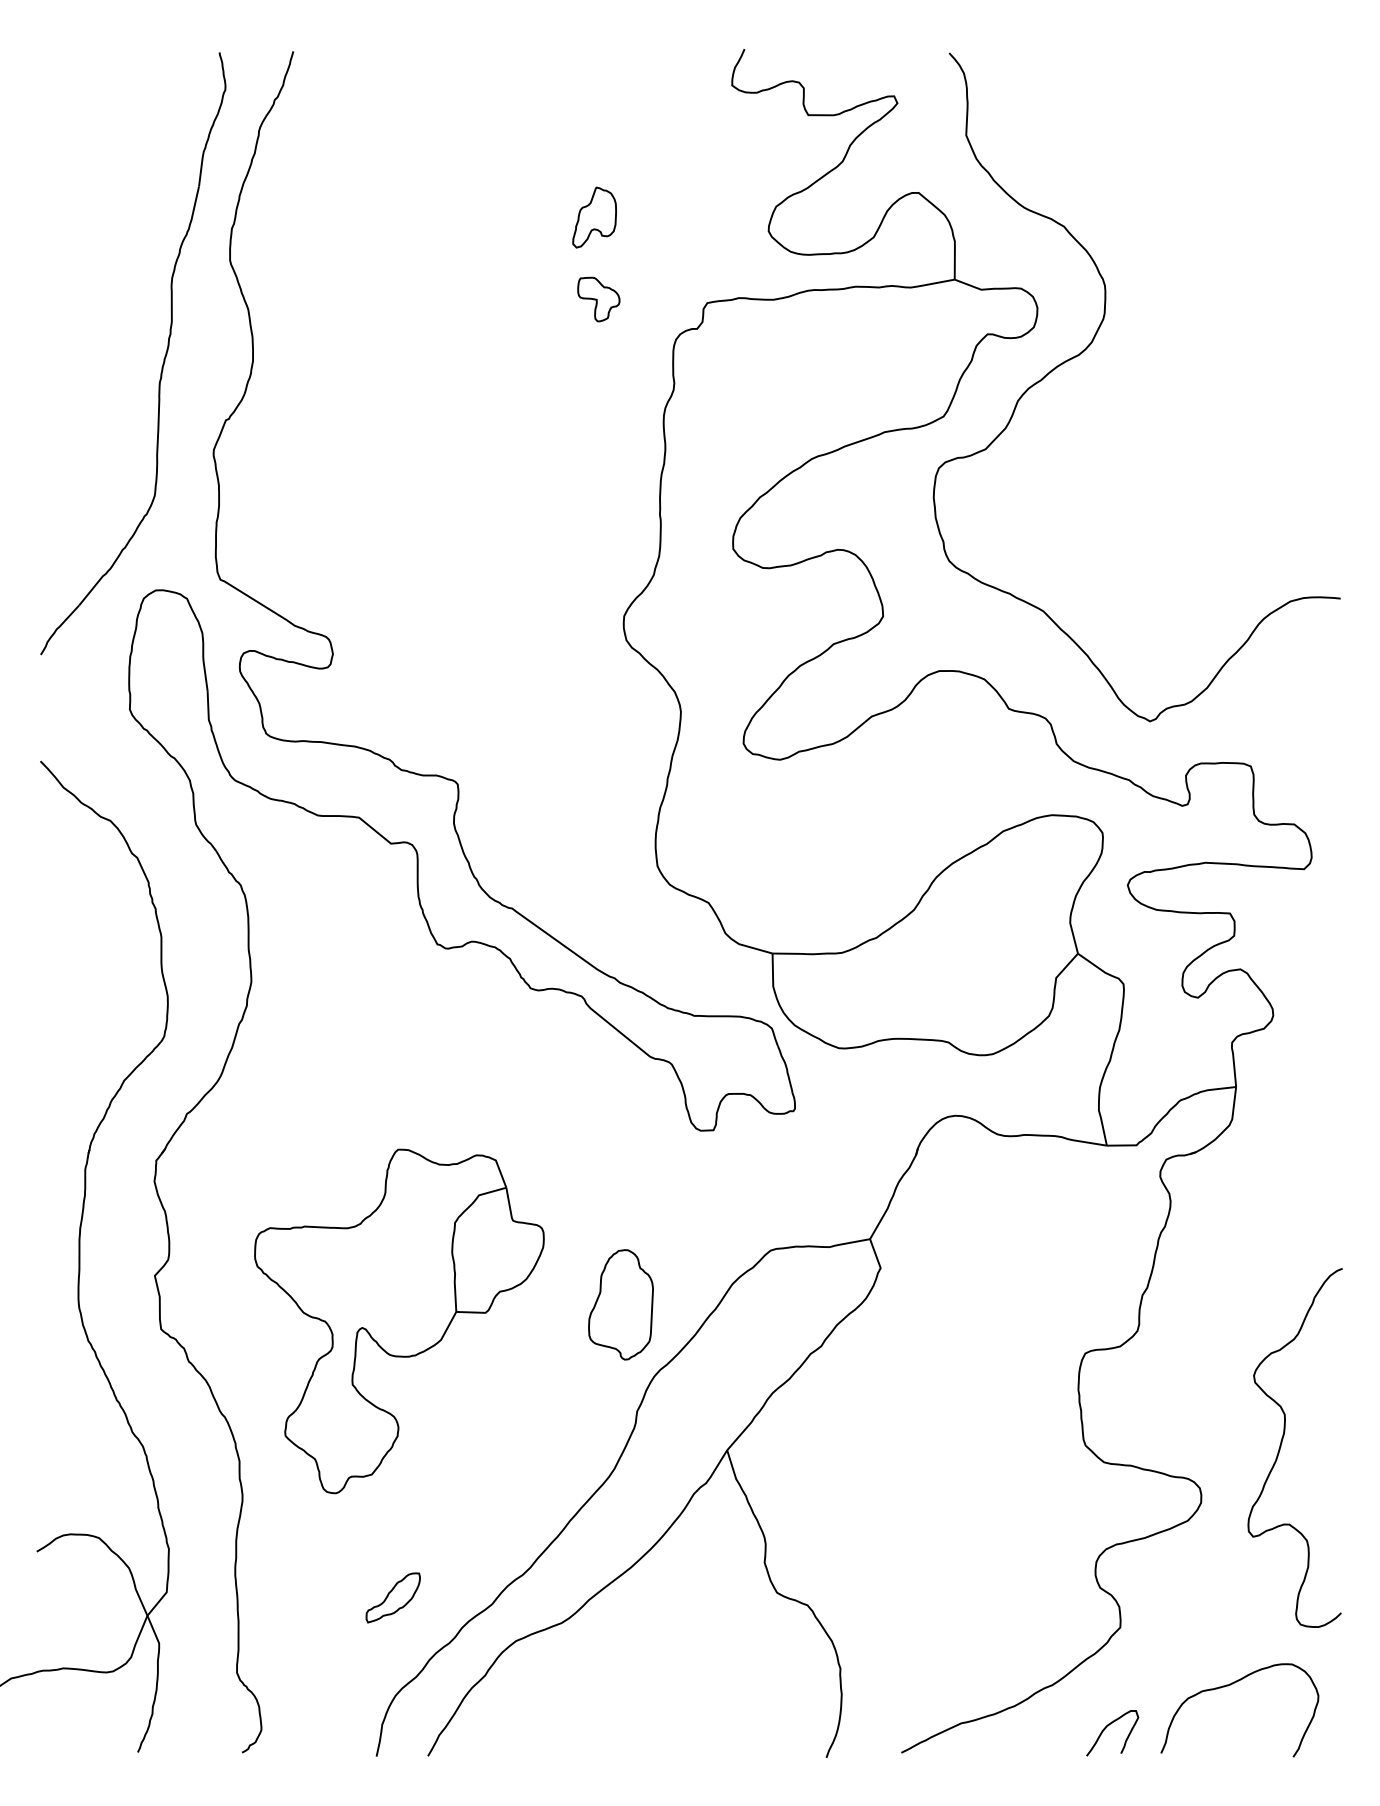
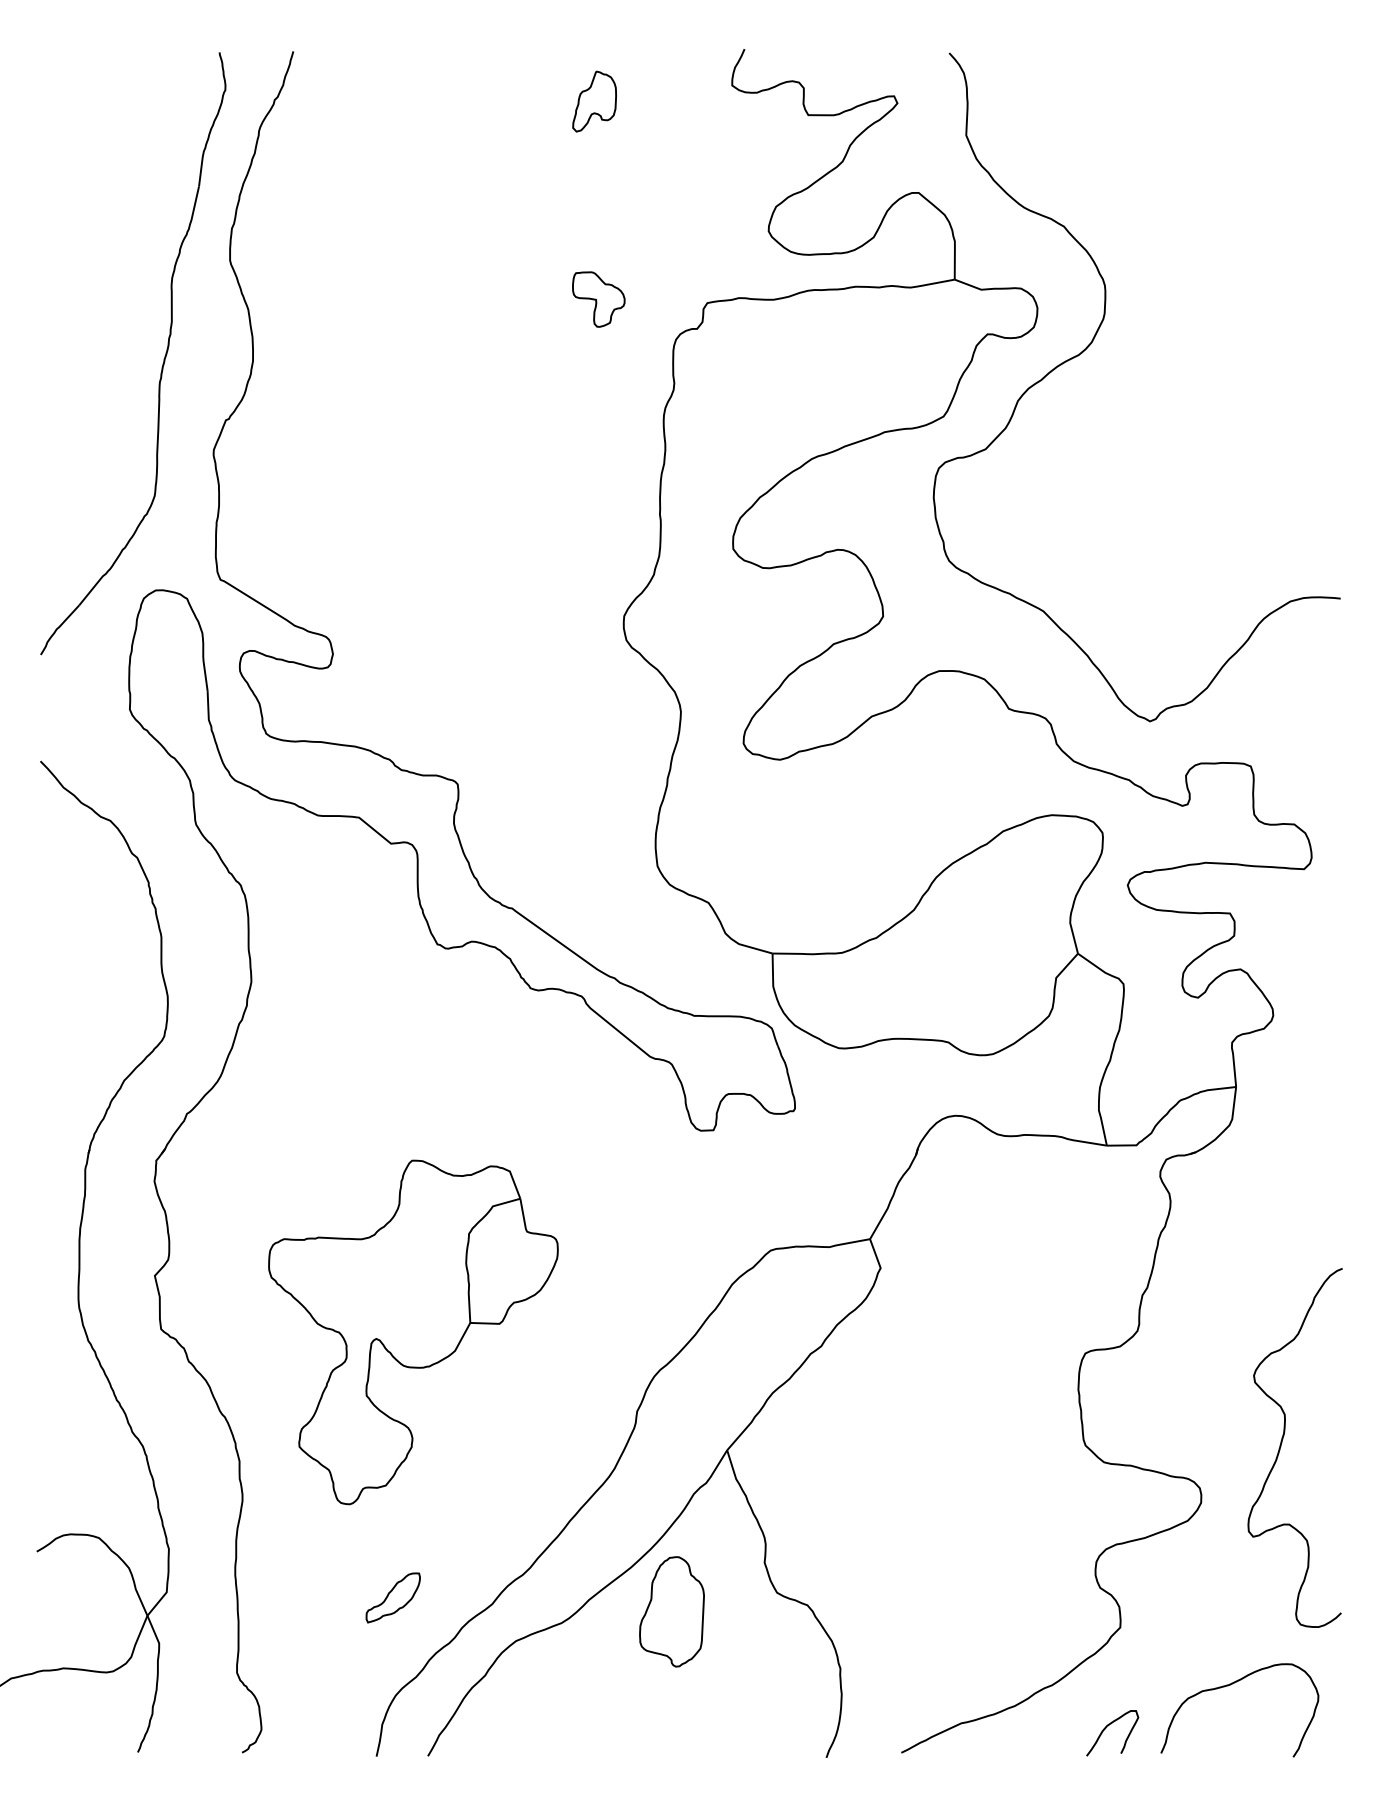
part at (594, 217) position: (594, 217) -> (594, 101)
part at (598, 299) size: 44x47 px -> 54x57 px
part at (620, 1304) position: (620, 1304) -> (671, 1611)
part at (399, 1321) position: (399, 1321) -> (413, 1332)
